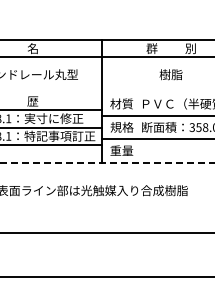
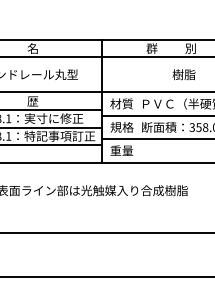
text at (170, 74) position: (170, 74) -> (183, 74)
line at (106, 92): none -> present
line at (107, 162): dashed -> solid
